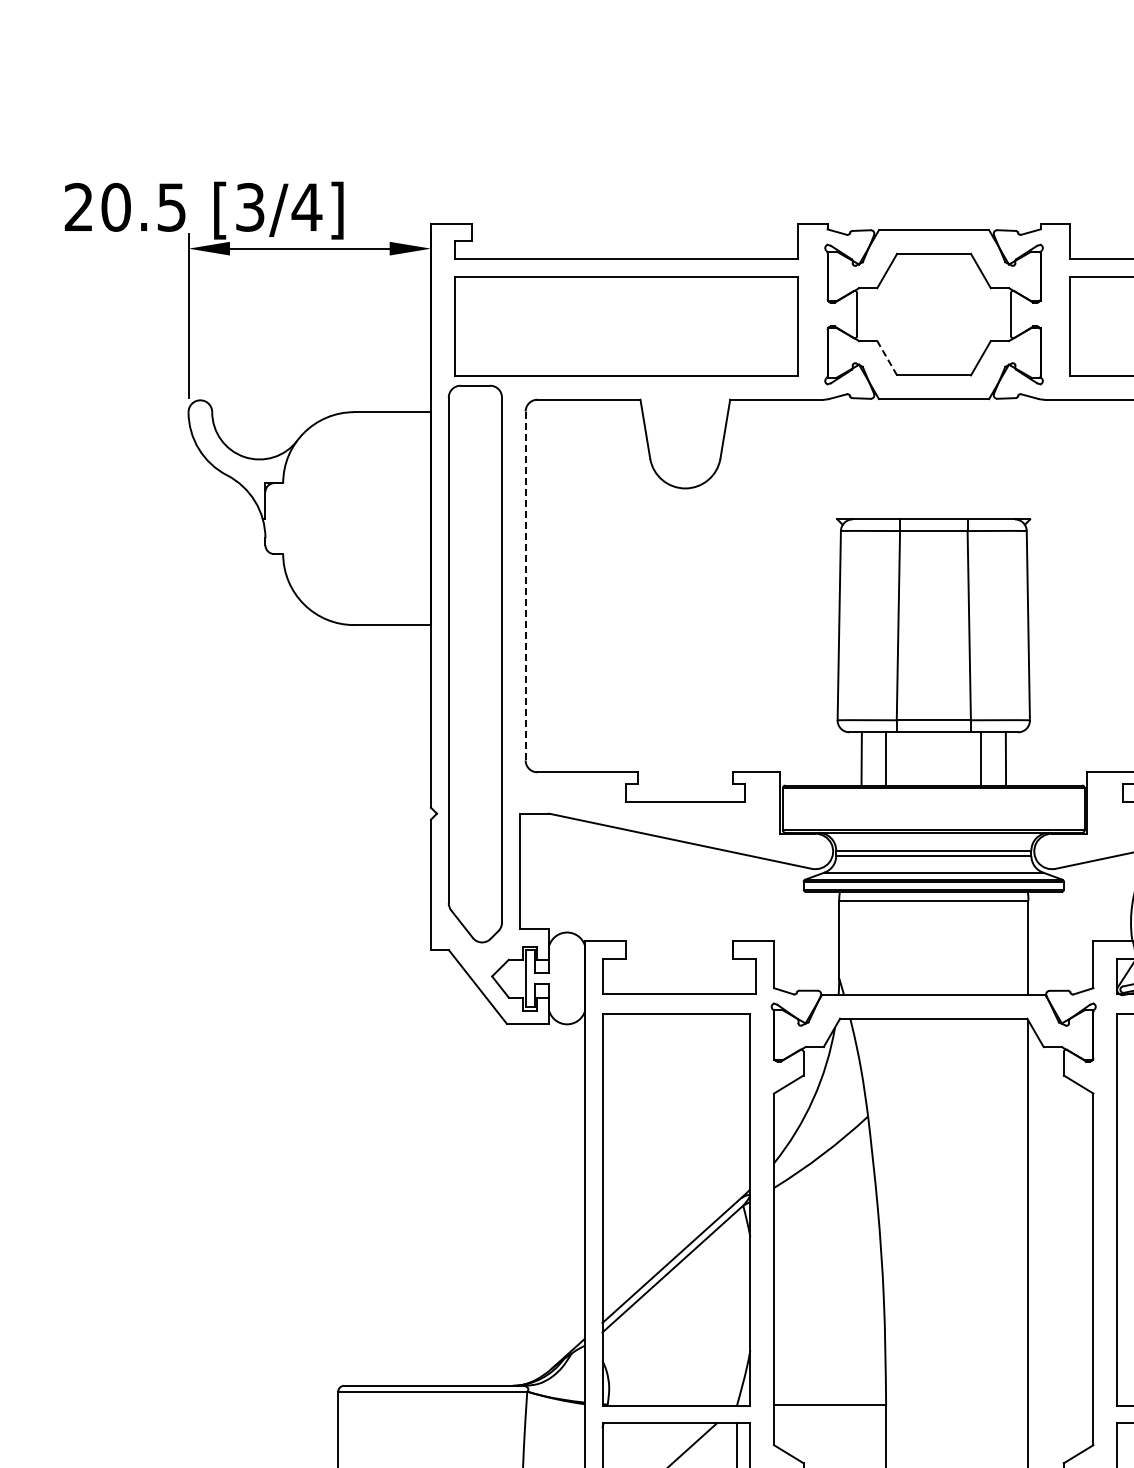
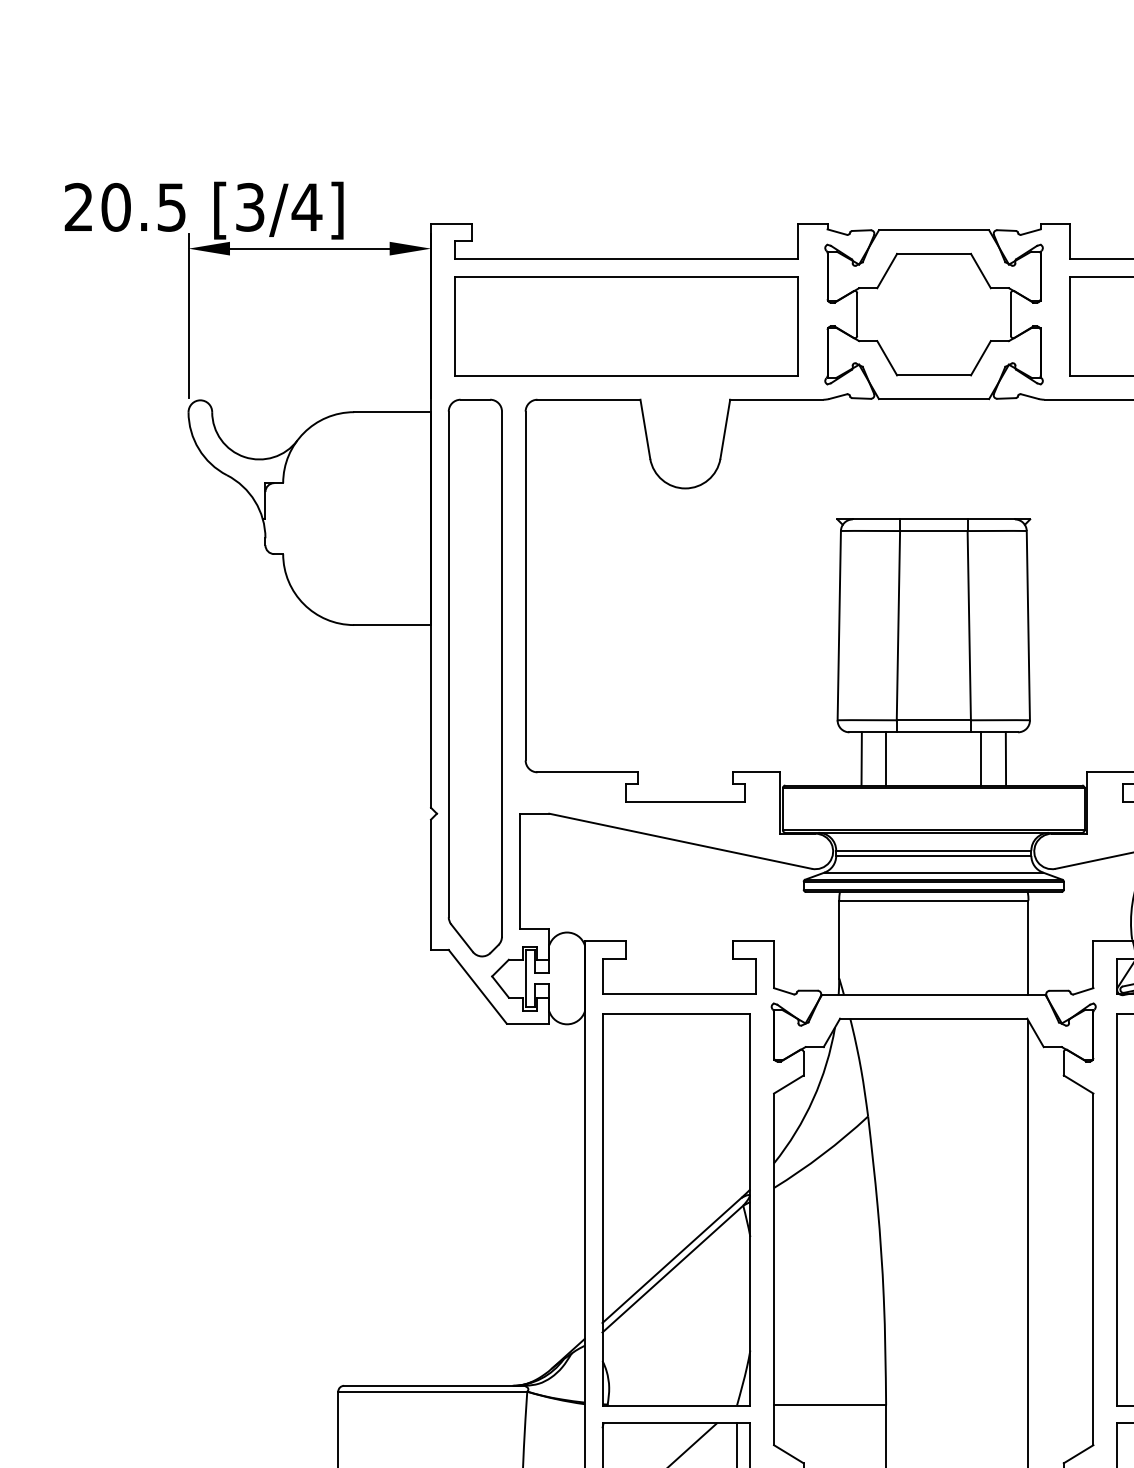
line at (887, 358): dashed -> solid
line at (525, 586): dashed -> solid
part at (474, 663) position: (474, 663) -> (474, 677)
